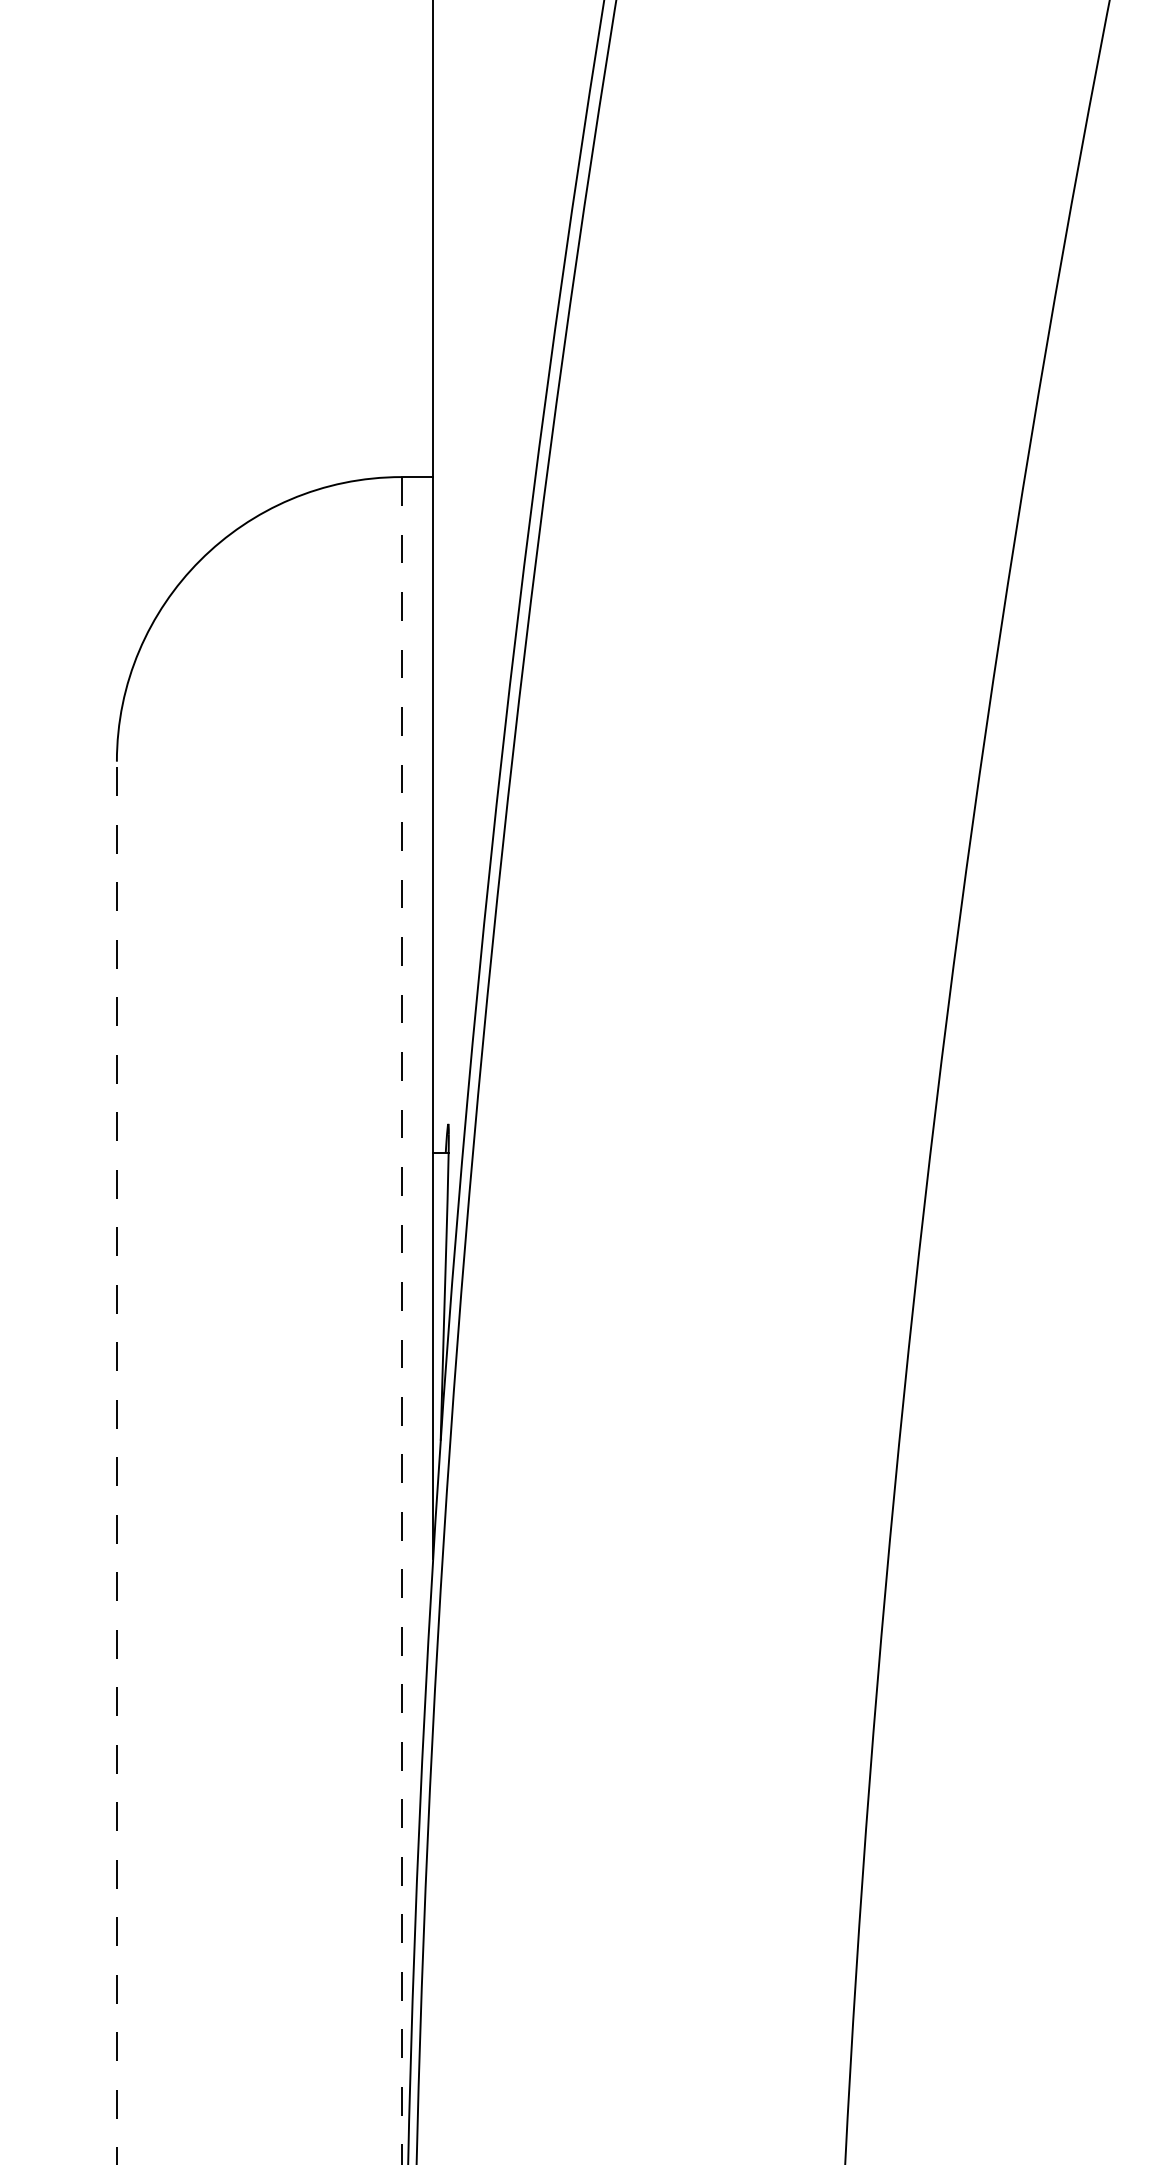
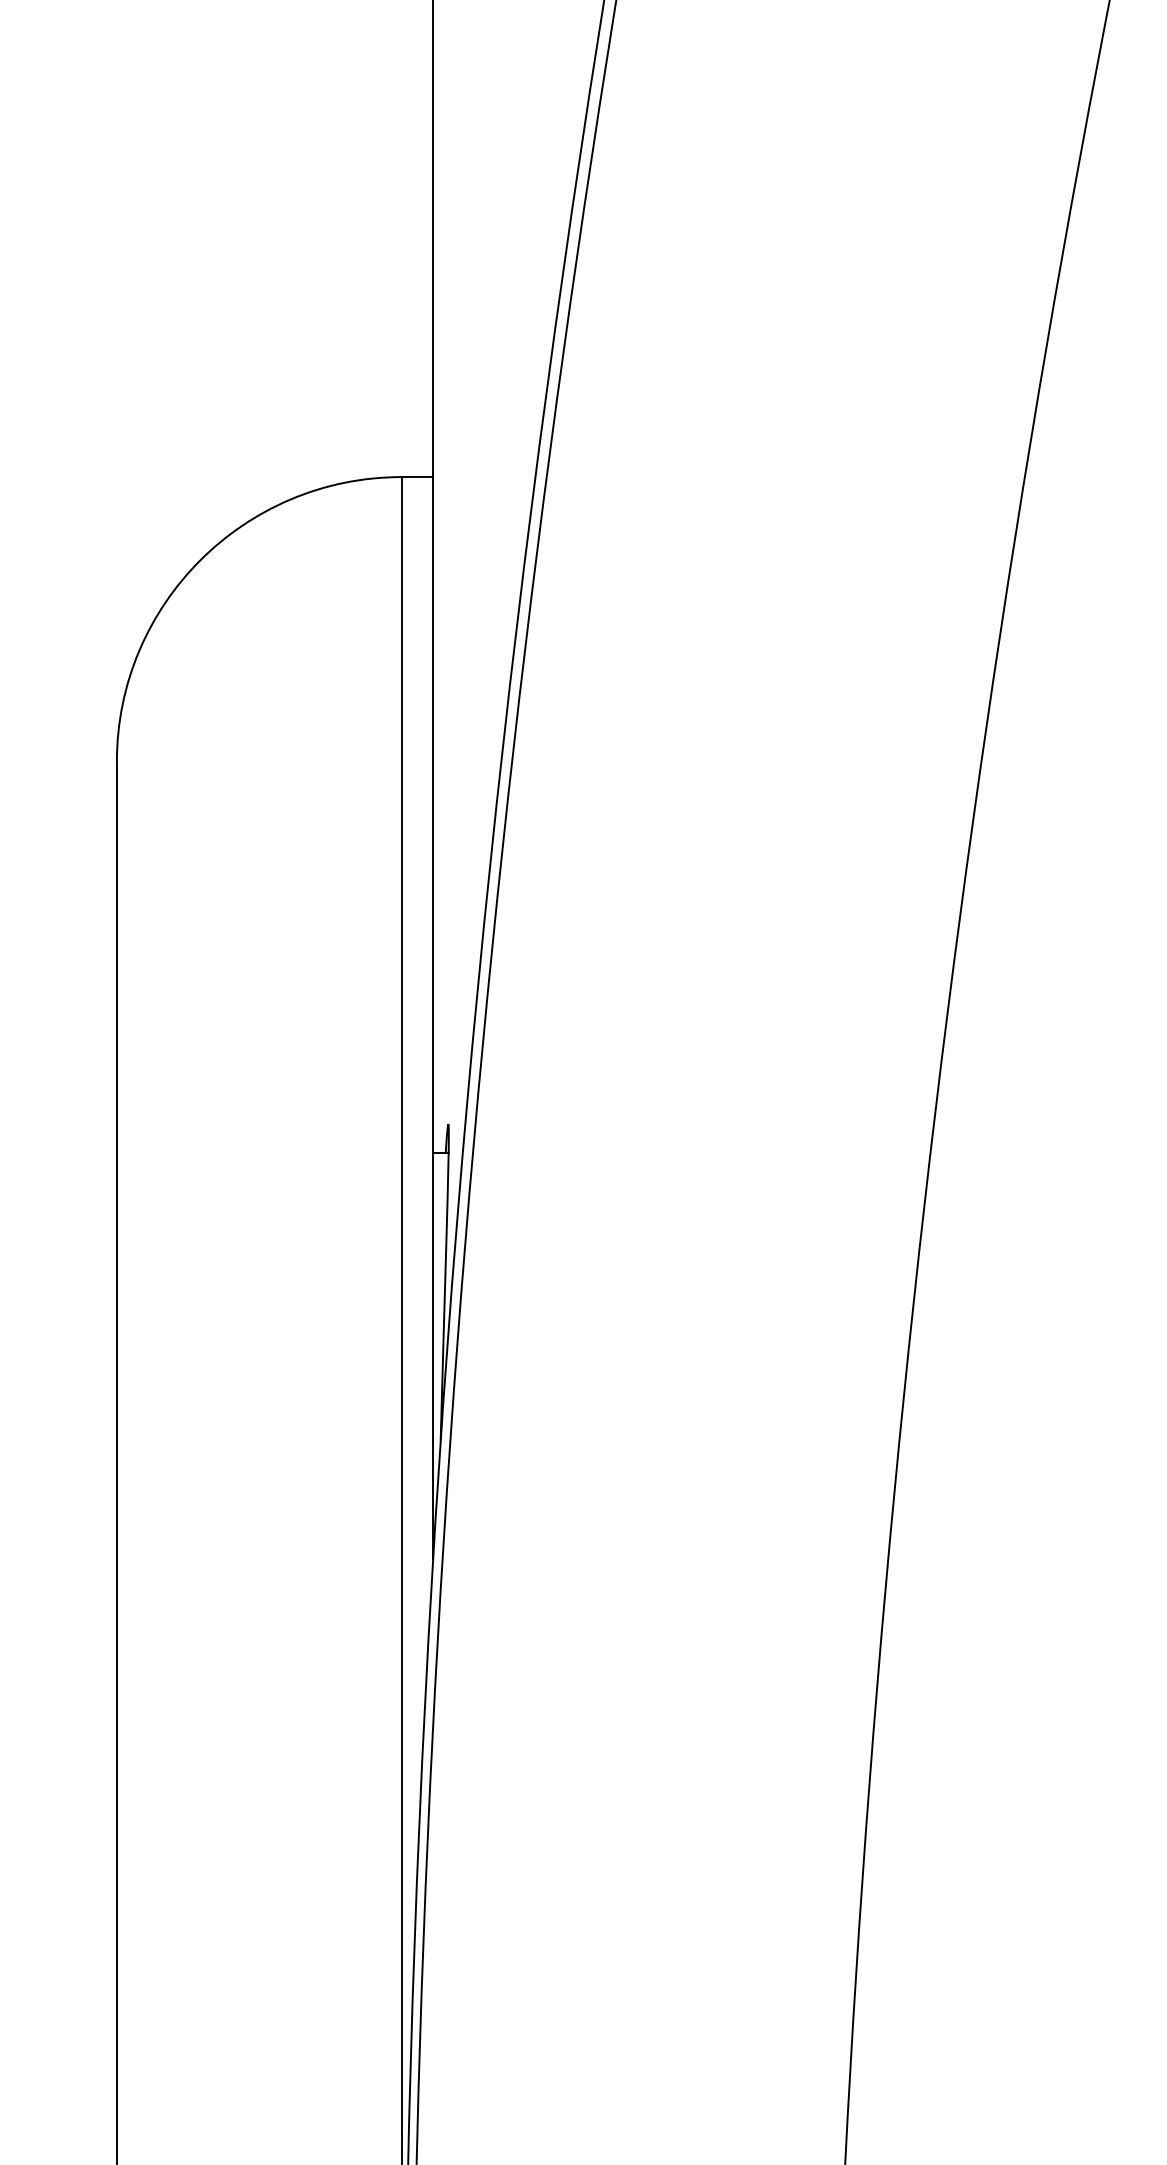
line at (401, 1321): dashed -> solid
line at (116, 1462): dashed -> solid
